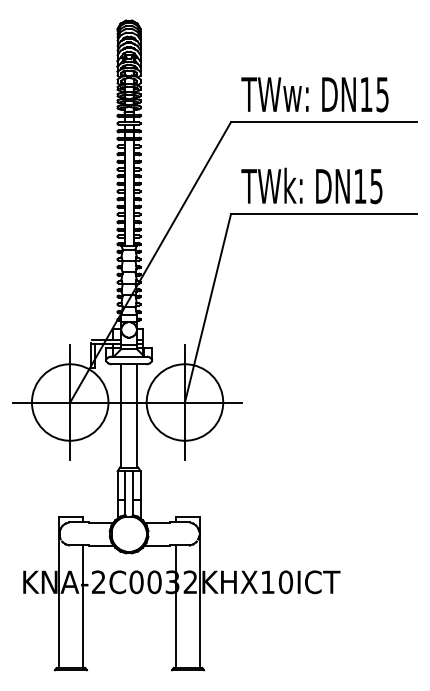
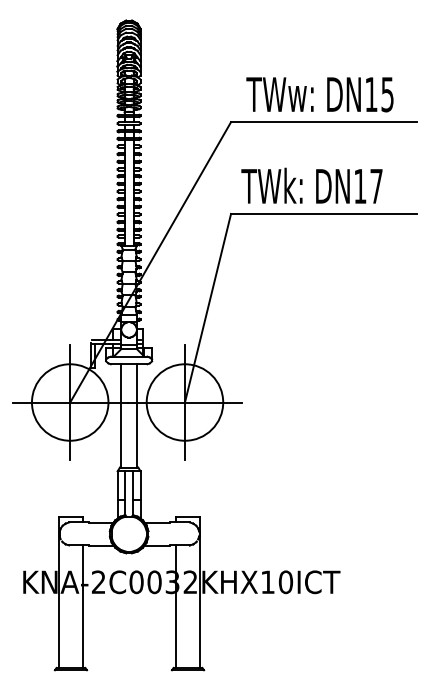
text at (314, 94) position: (314, 94) -> (319, 94)
text at (376, 186): DN15 -> DN17
